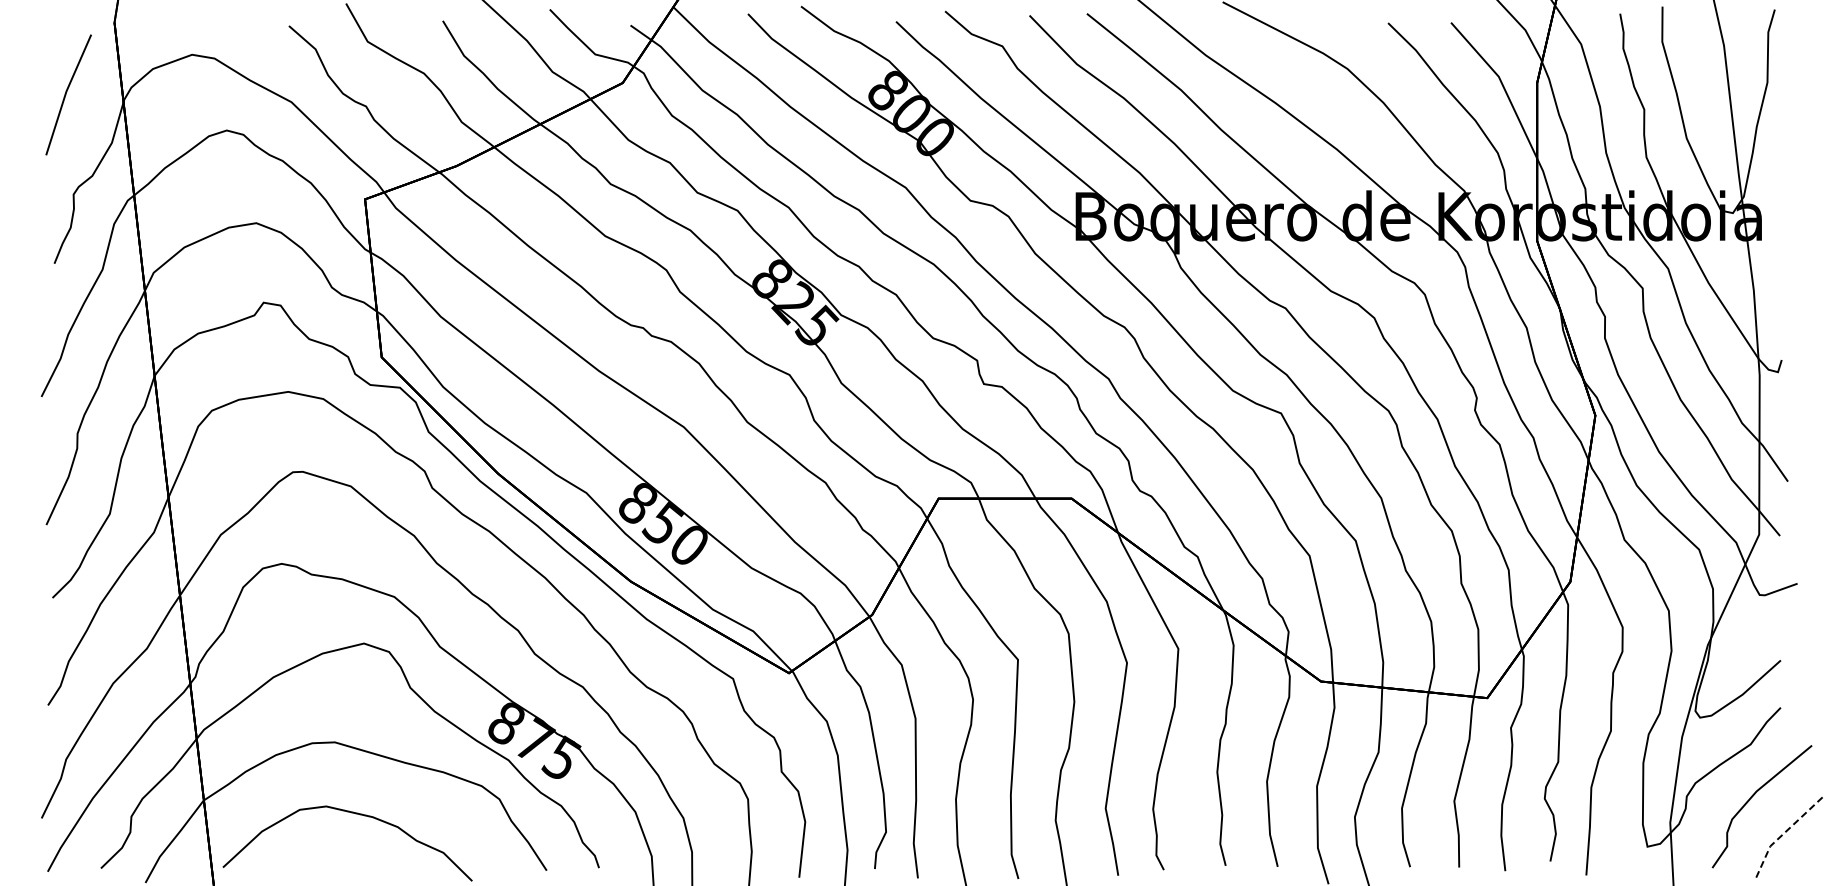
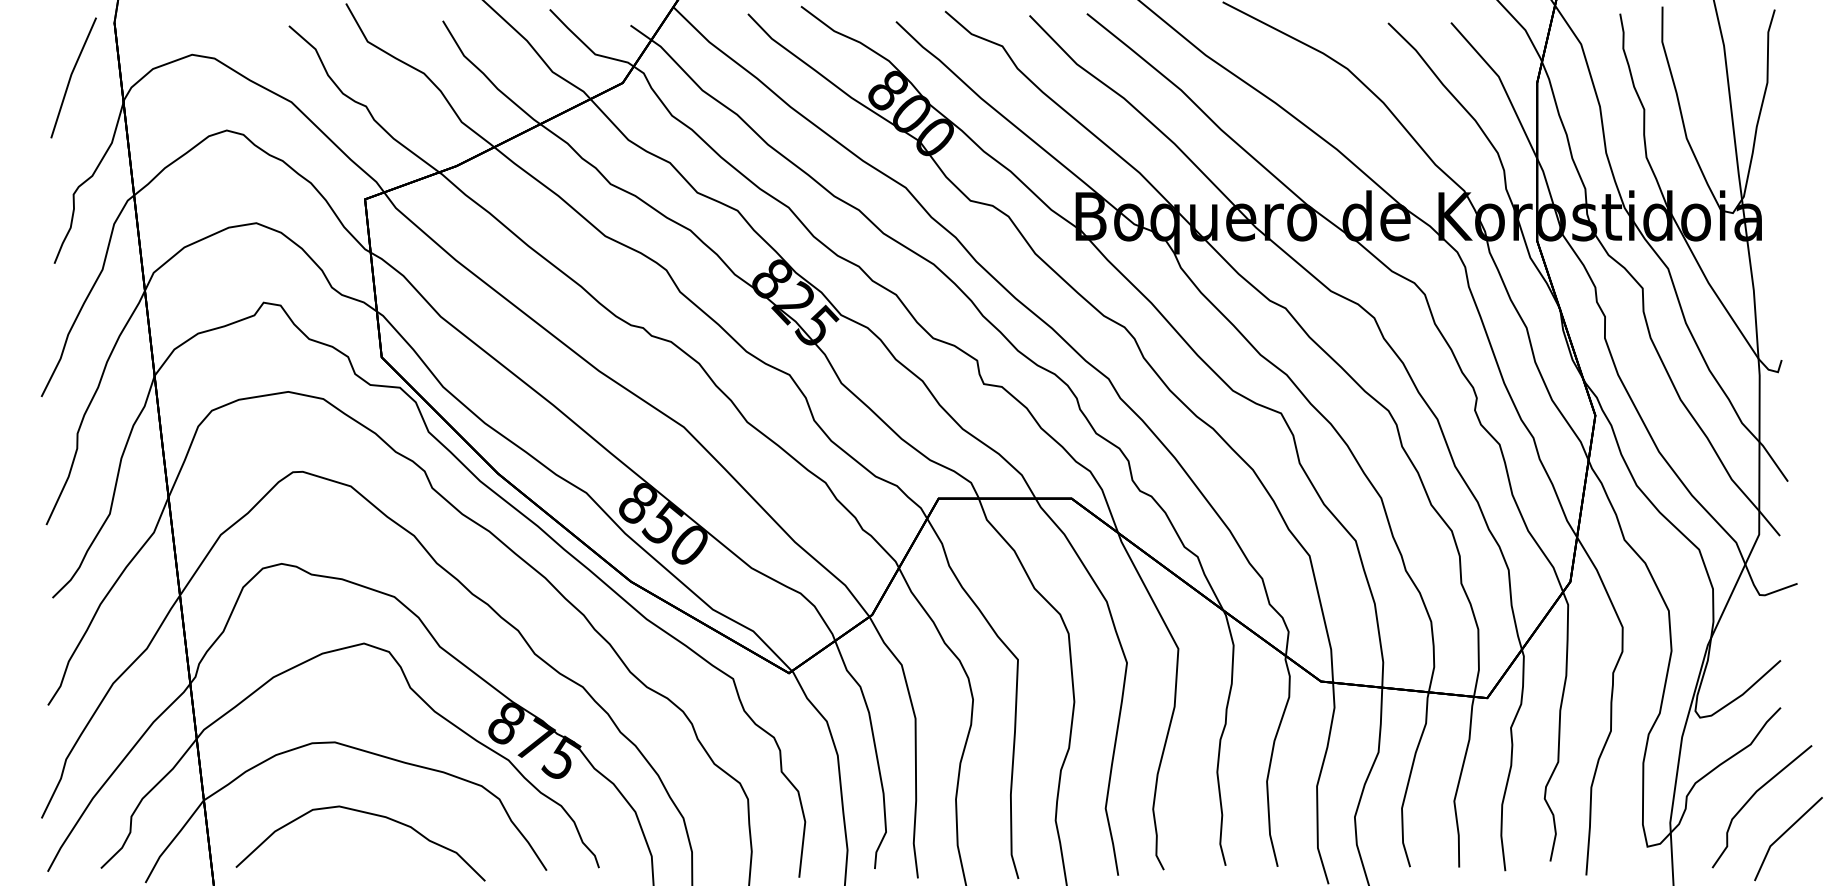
line at (66, 94) position: (66, 94) -> (71, 77)
curve at (355, 814) position: (355, 814) -> (368, 814)
line at (1781, 835): dashed -> solid
